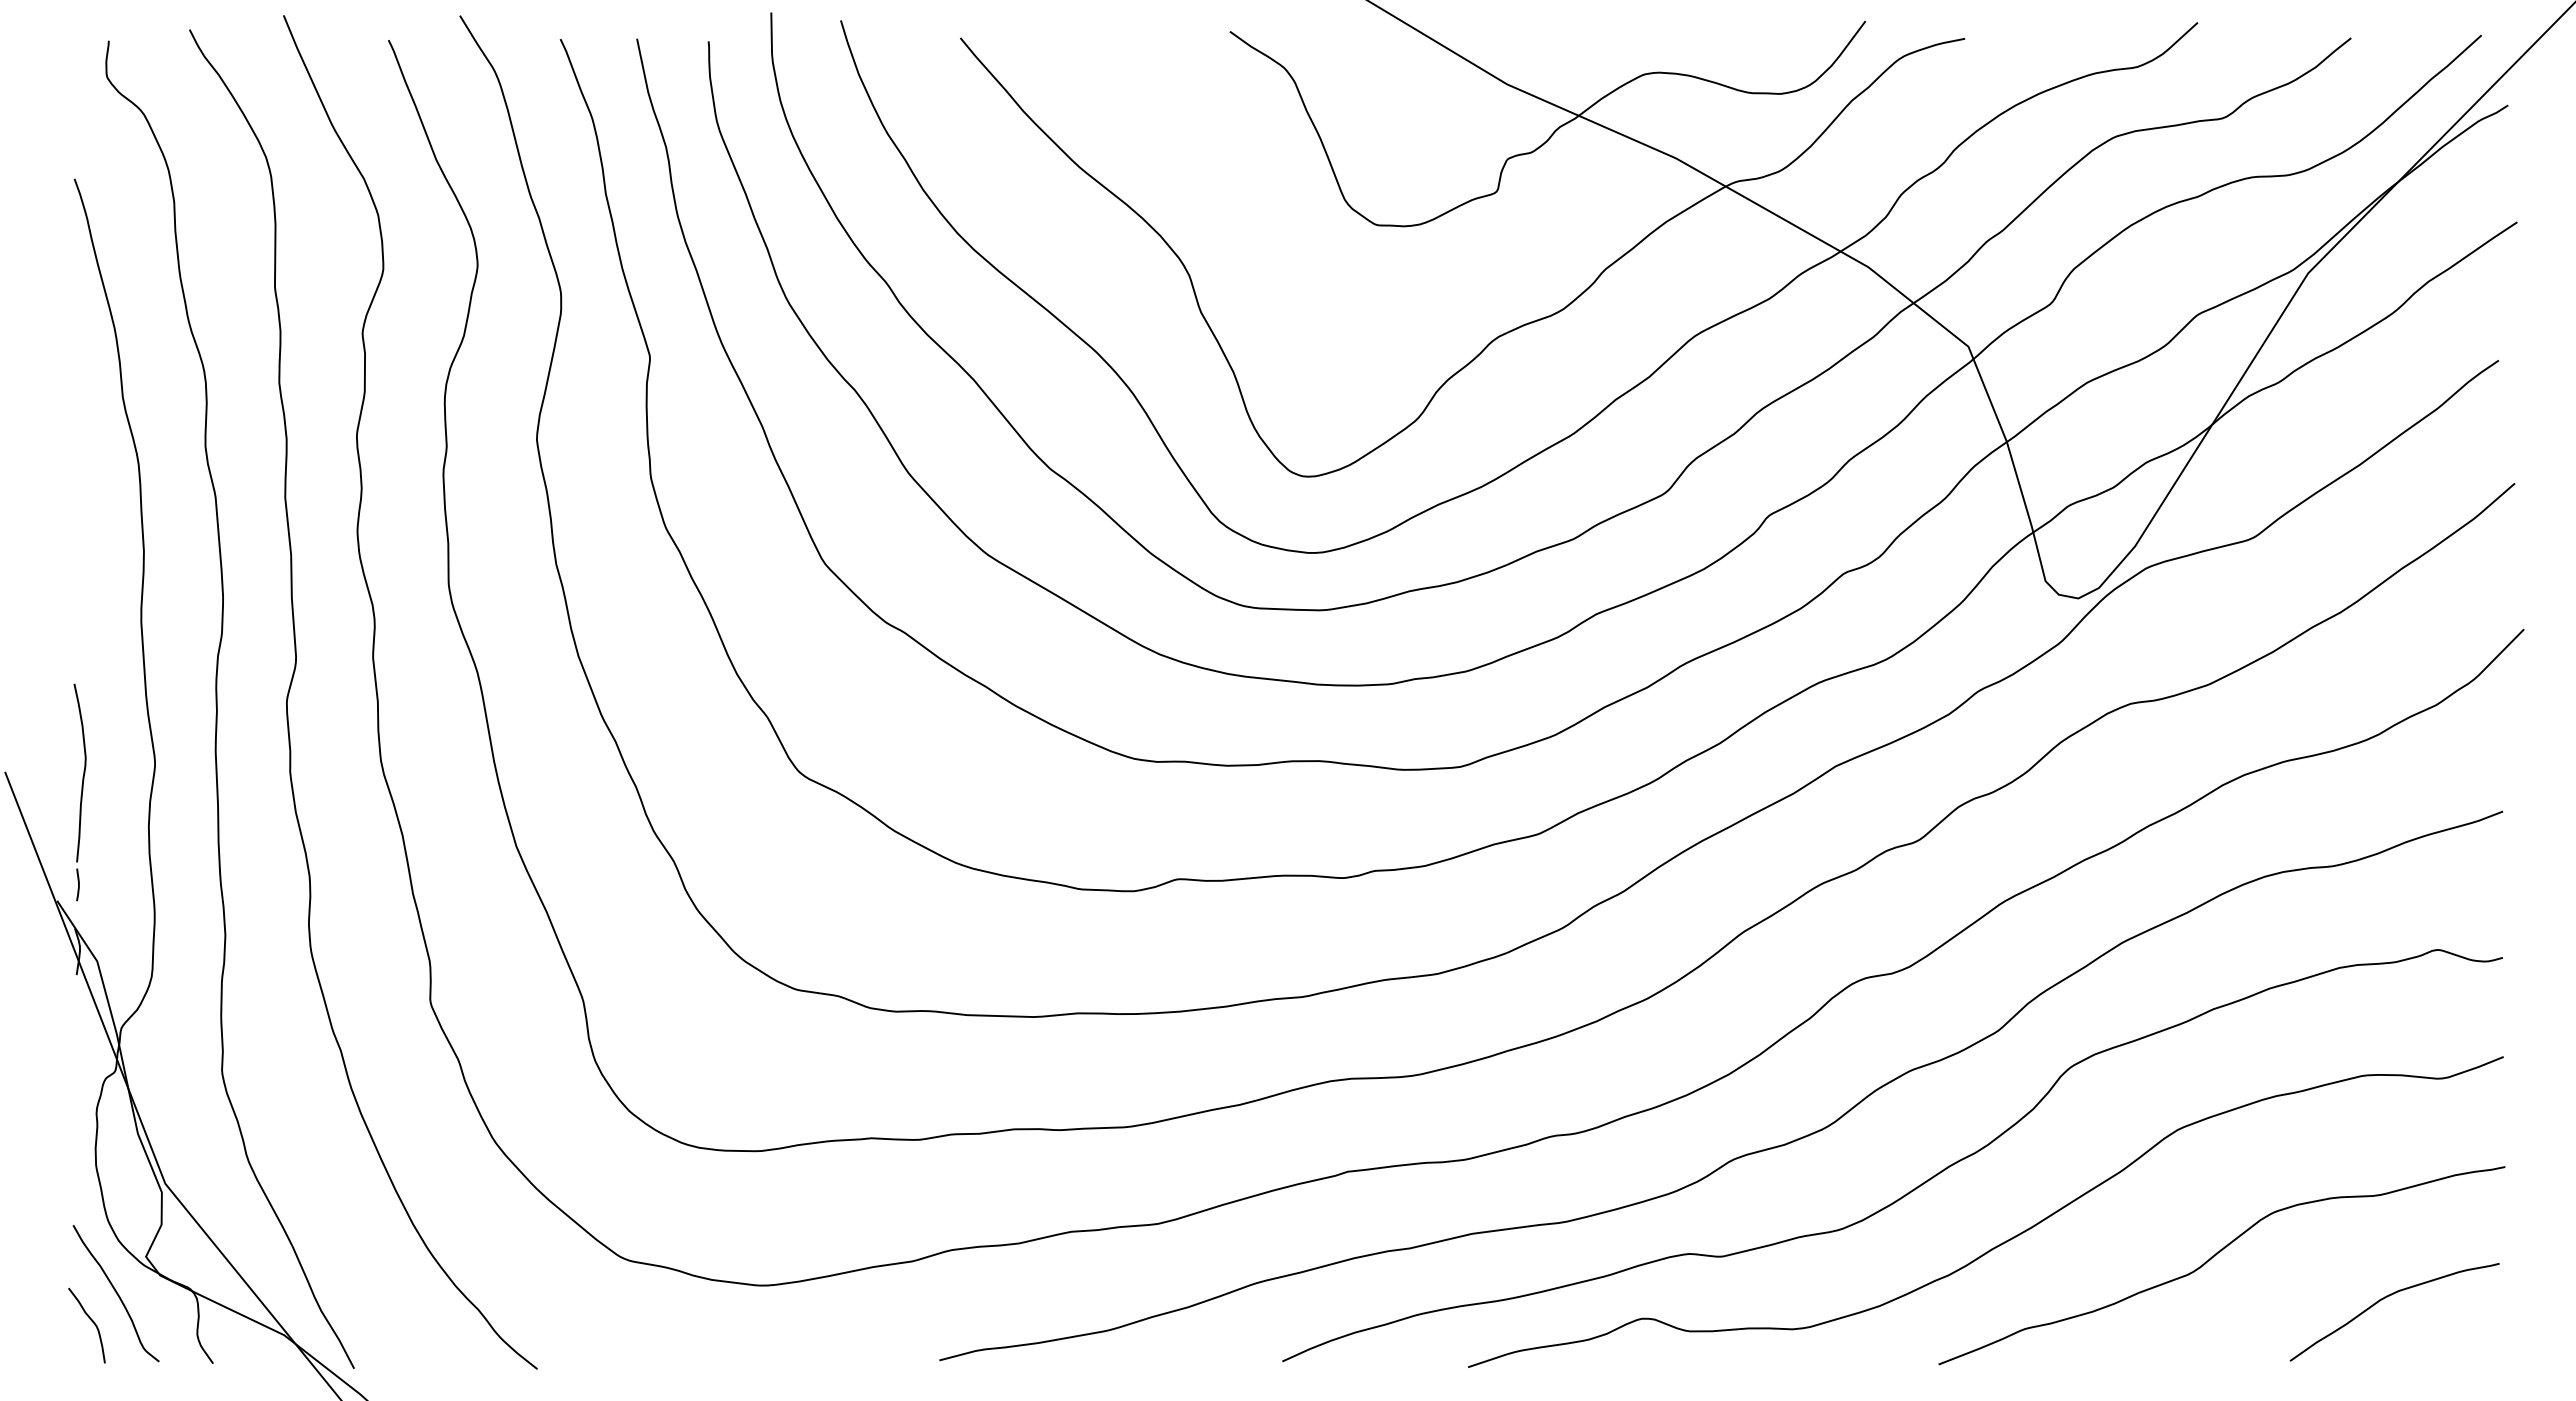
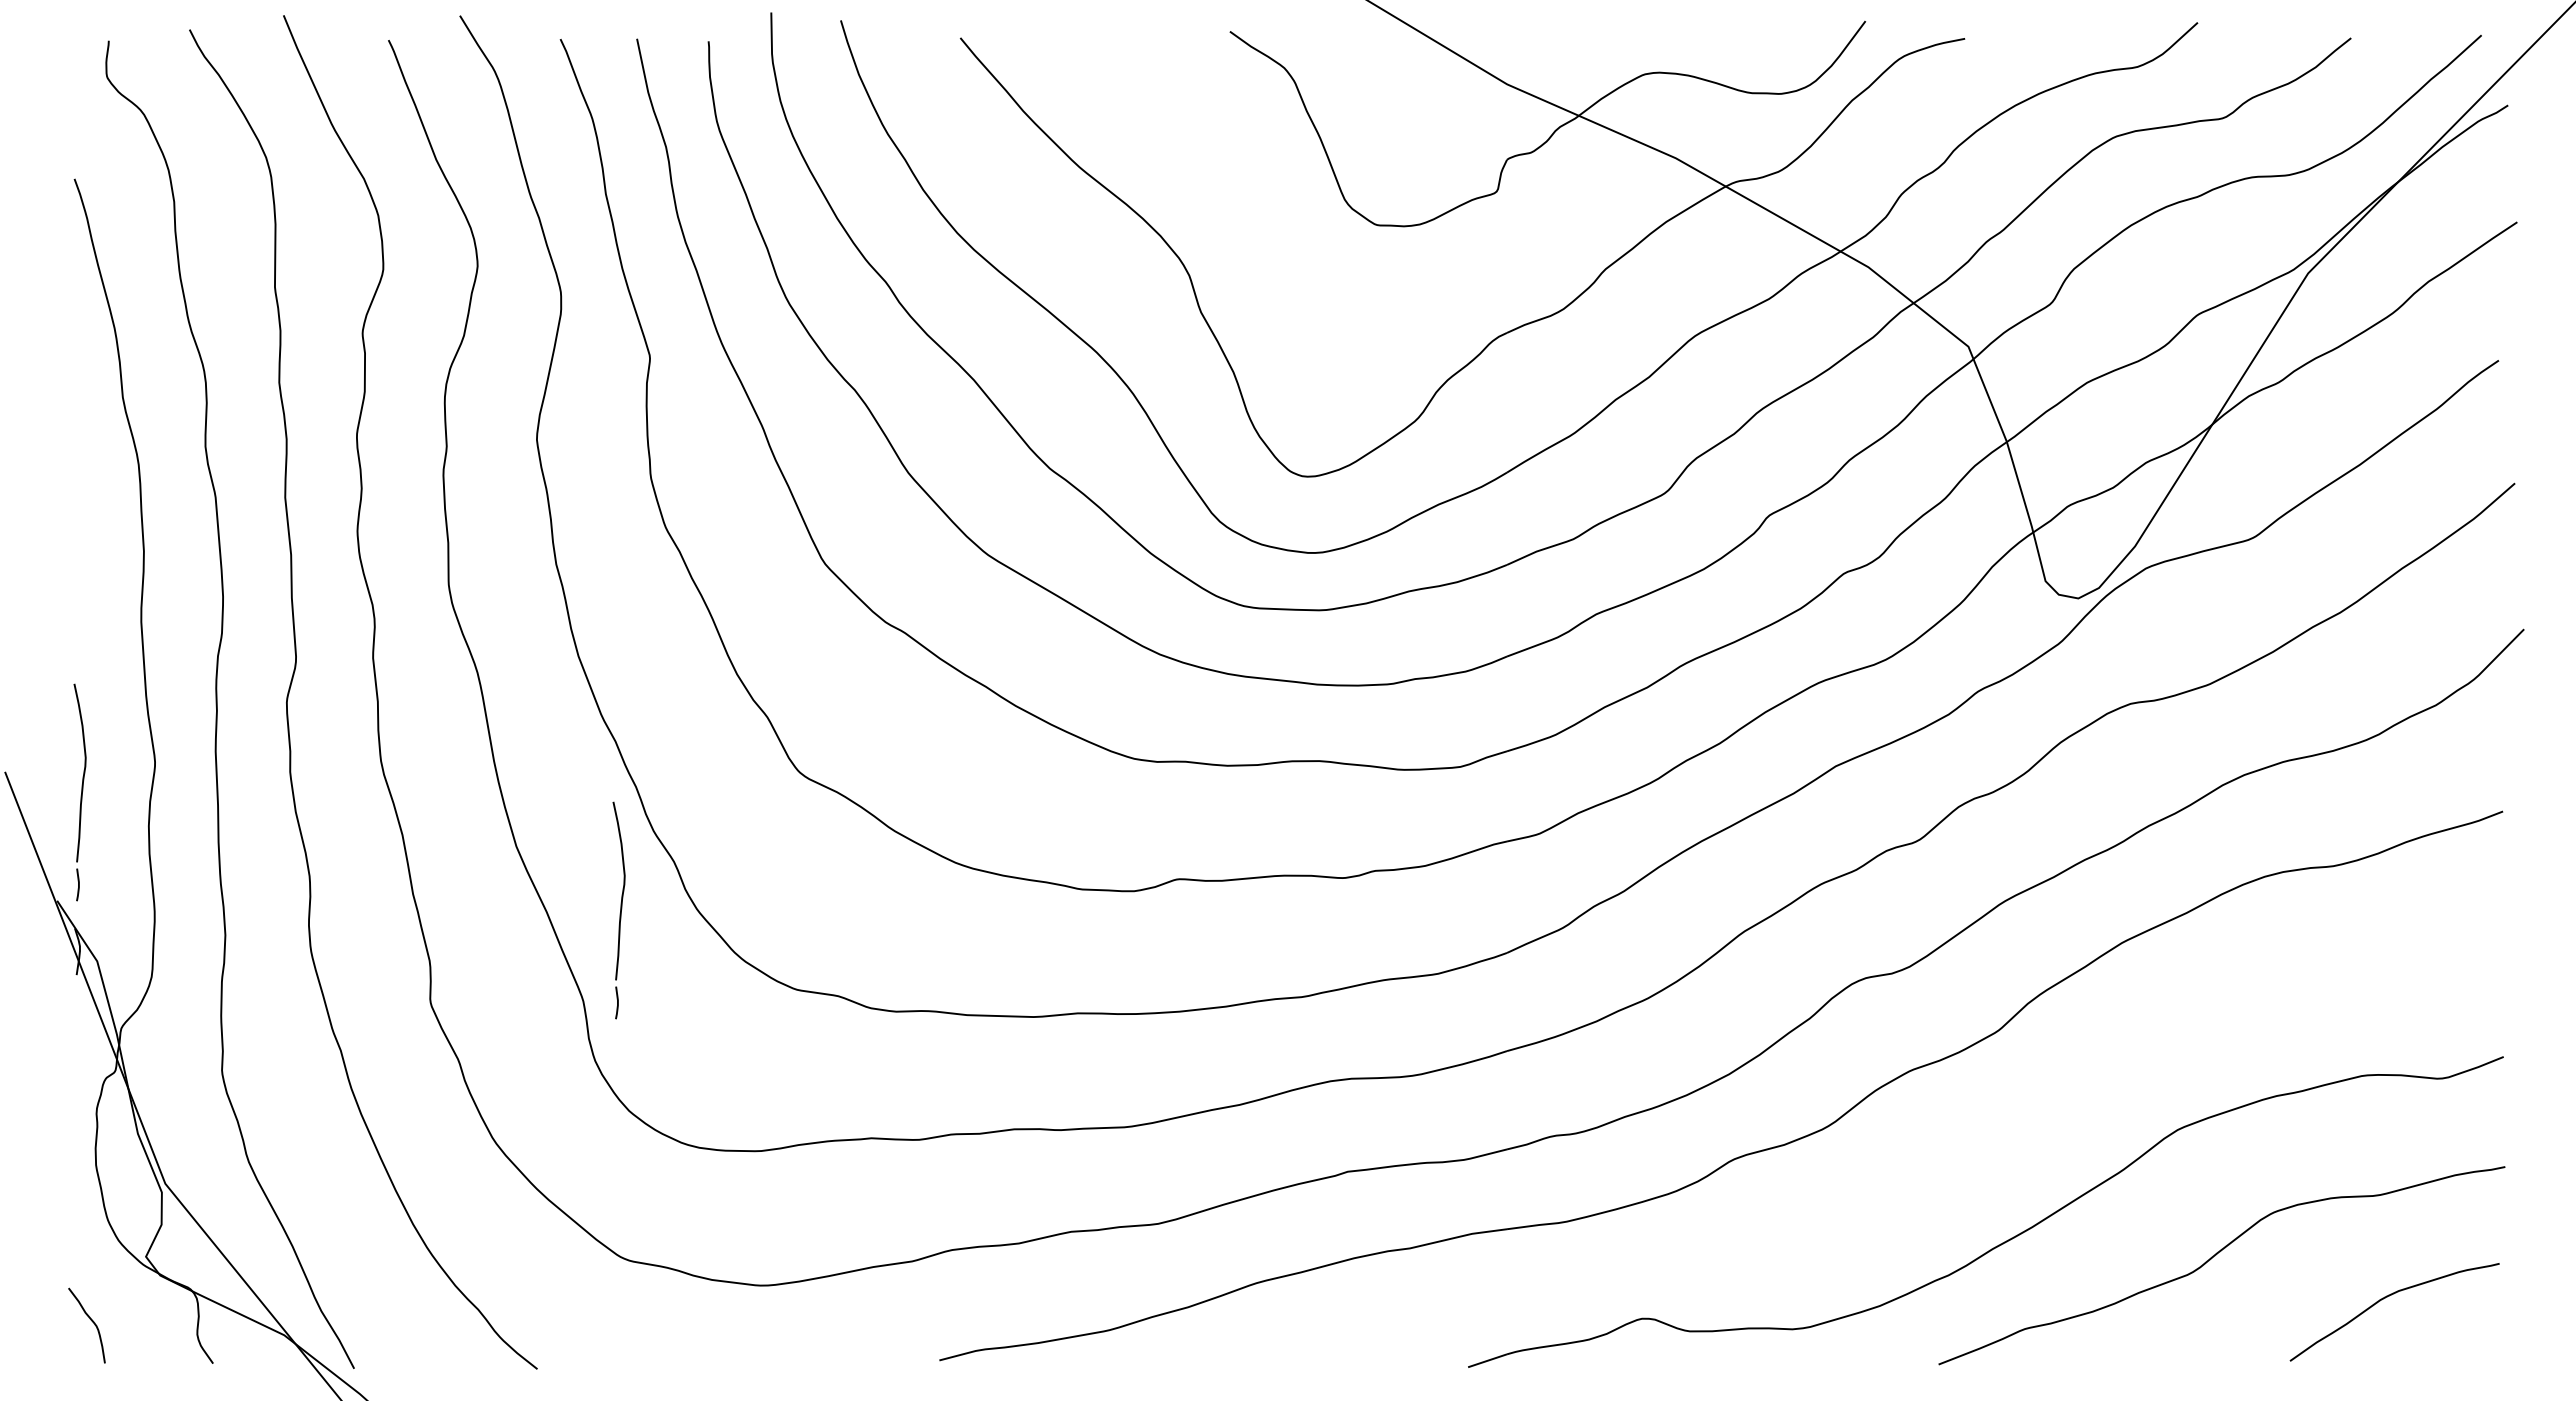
part at (618, 910): none -> present
part at (1915, 1187): present -> none
curve at (115, 1292): present -> none
